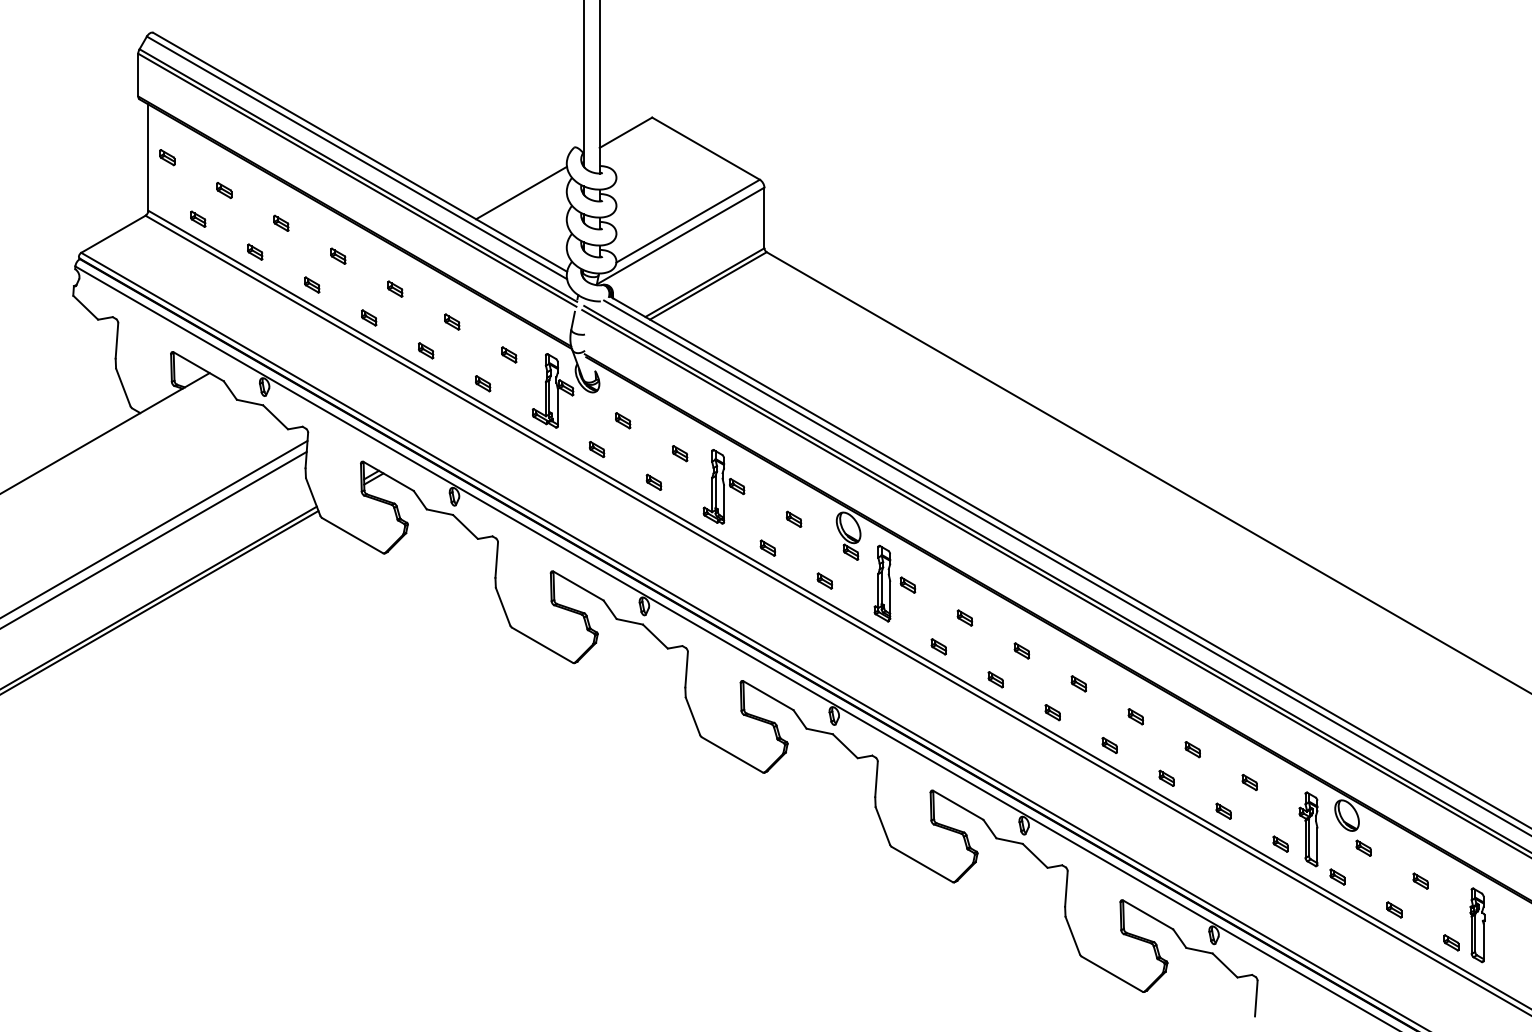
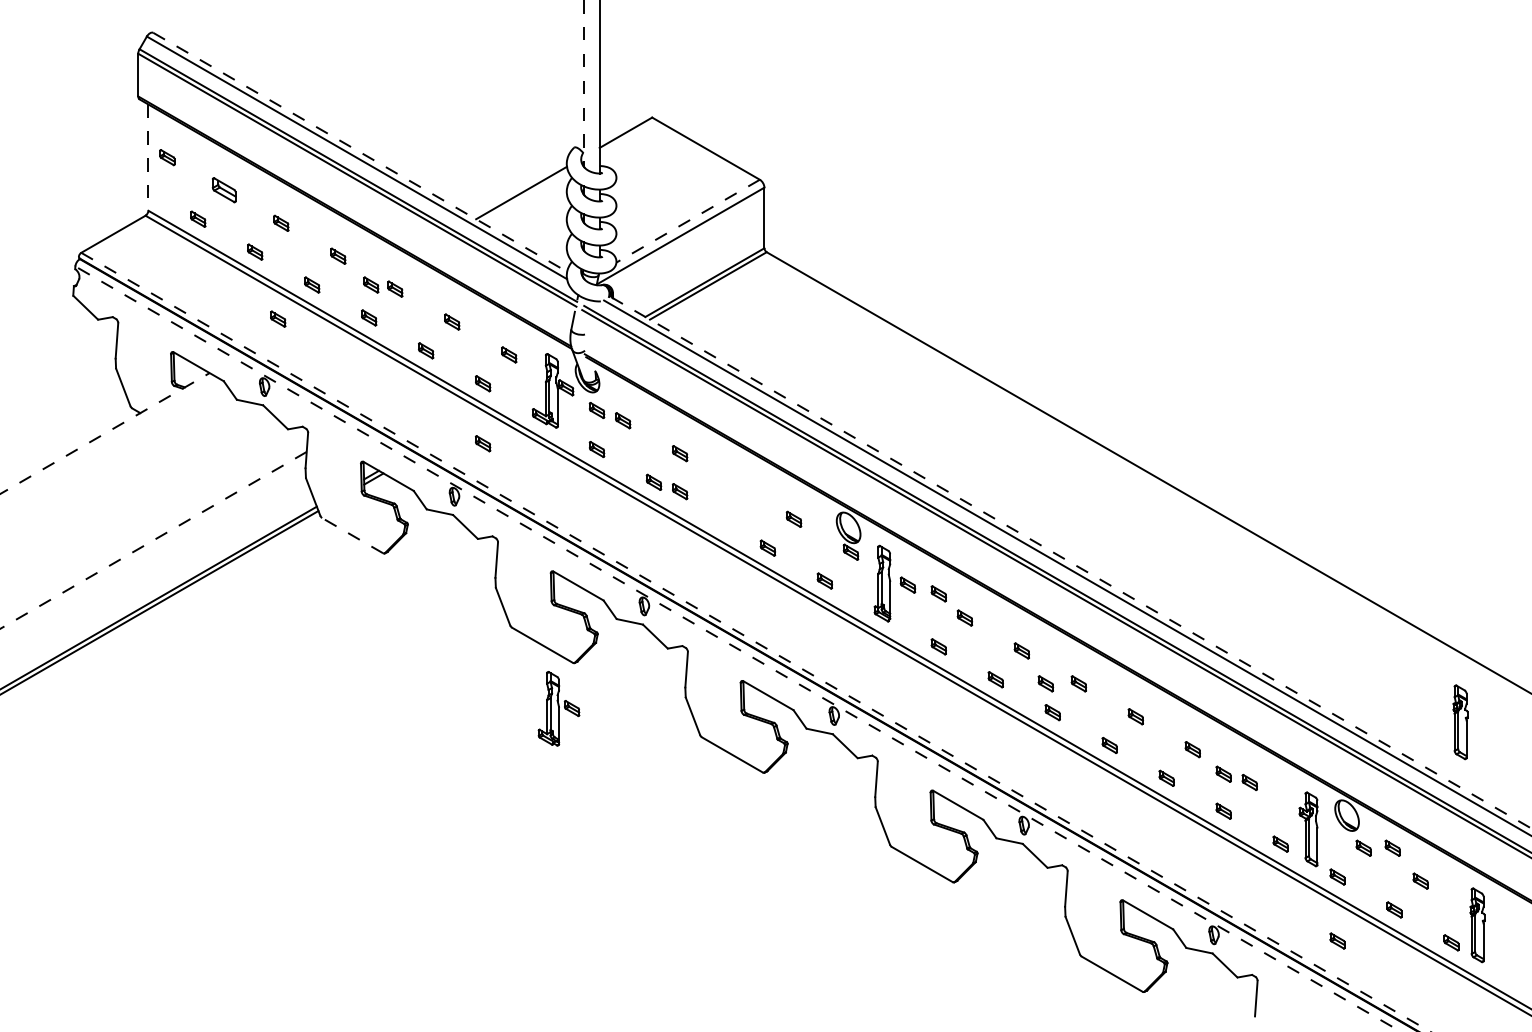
line at (583, 83): solid -> dashed
line at (360, 152): solid -> dashed
line at (148, 158): solid -> dashed
part at (224, 190) size: 17x18 px -> 26x27 px
line at (688, 221): solid -> dashed
part at (371, 284): none -> present
part at (278, 318): none -> present
part at (596, 410): none -> present
line at (104, 433): solid -> dashed
part at (483, 443): none -> present
part at (723, 486) position: (723, 486) -> (558, 708)
part at (680, 491): none -> present
line at (154, 528): present -> none
line at (352, 535): solid -> dashed
line at (153, 540): solid -> dashed
line at (1071, 563): solid -> dashed
part at (938, 593): none -> present
line at (755, 642): solid -> dashed
line at (737, 648): solid -> dashed
part at (1045, 683): none -> present
part at (1460, 722): none -> present
part at (1223, 773): none -> present
part at (1392, 847): none -> present
part at (1337, 940): none -> present
